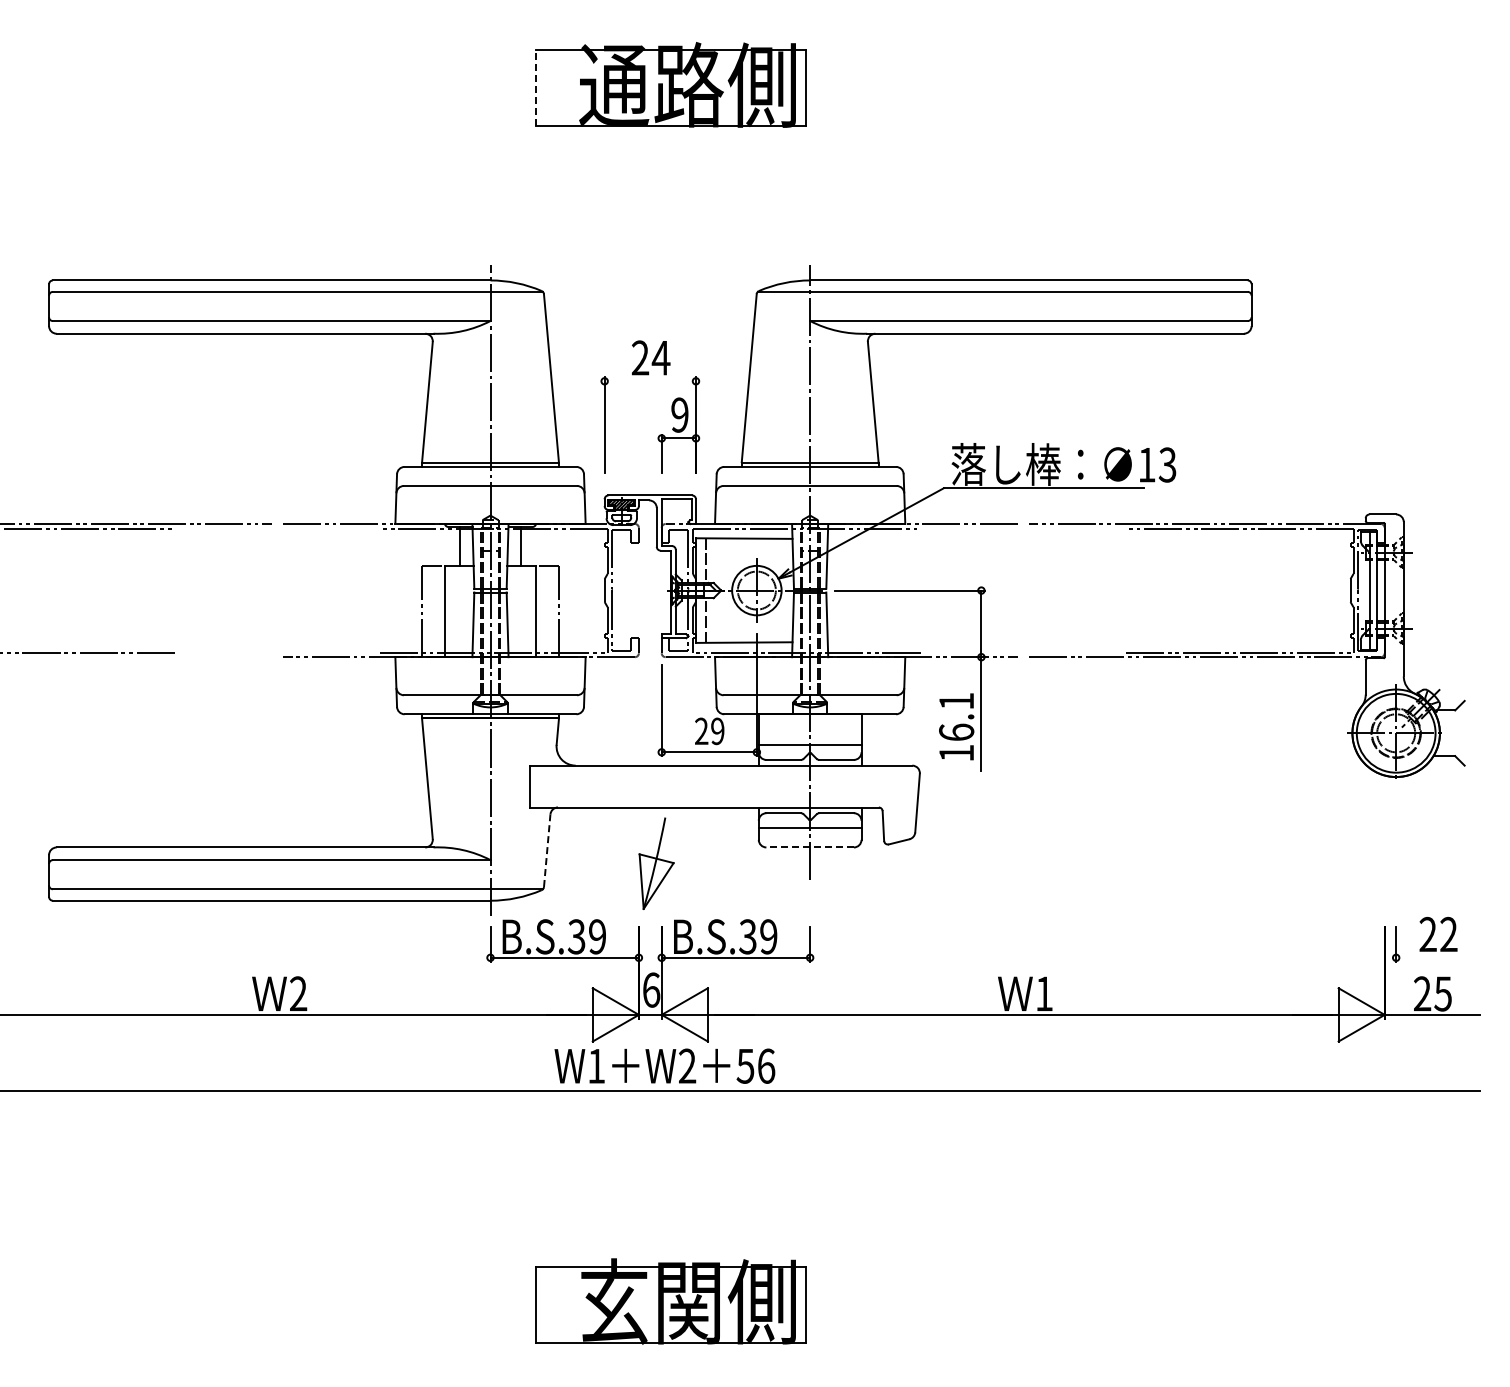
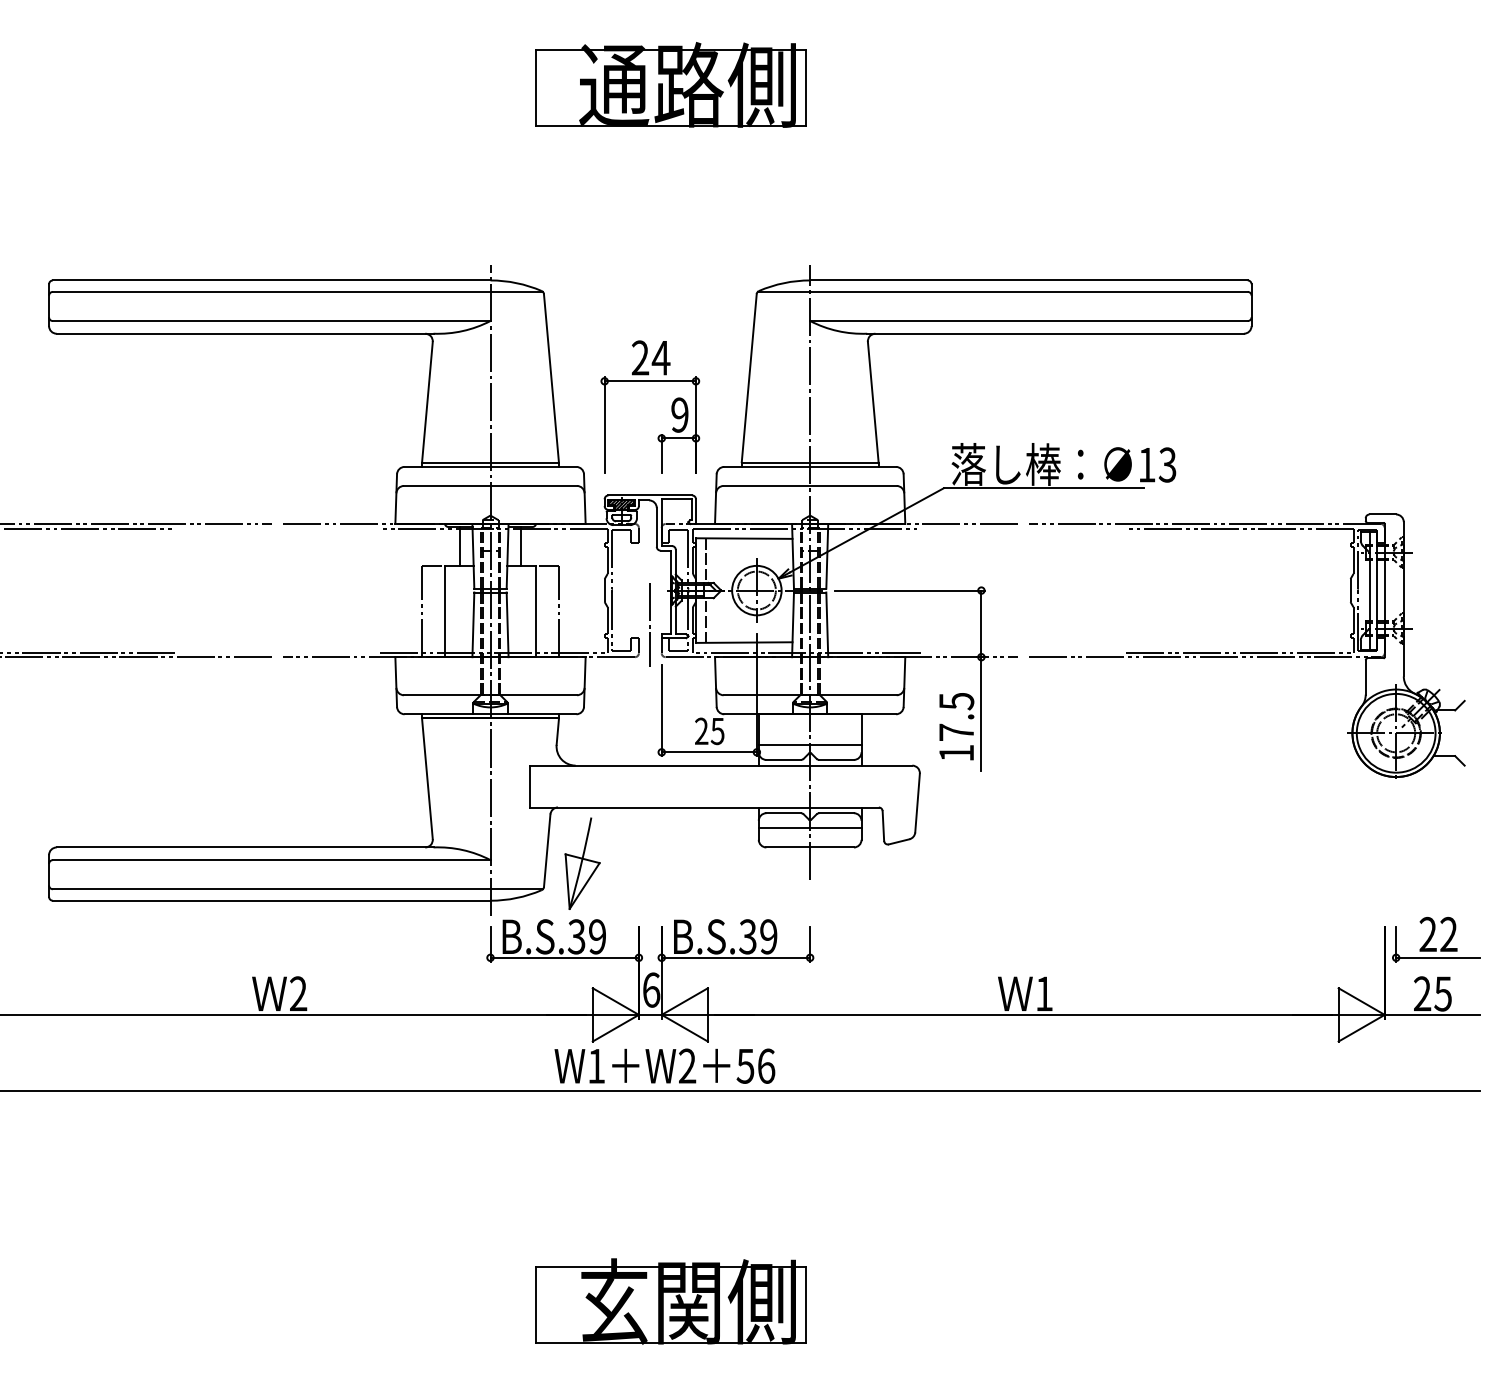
line at (535, 87): dashed -> solid
line at (649, 381): none -> present
line at (649, 625): none -> present
line at (136, 657): none -> present
text at (956, 716): 16.1 -> 17.5
text at (717, 731): 29 -> 25
line at (810, 847): dashed -> solid
line at (547, 850): dashed -> solid
part at (656, 863) position: (656, 863) -> (582, 863)
line at (1437, 957): none -> present
